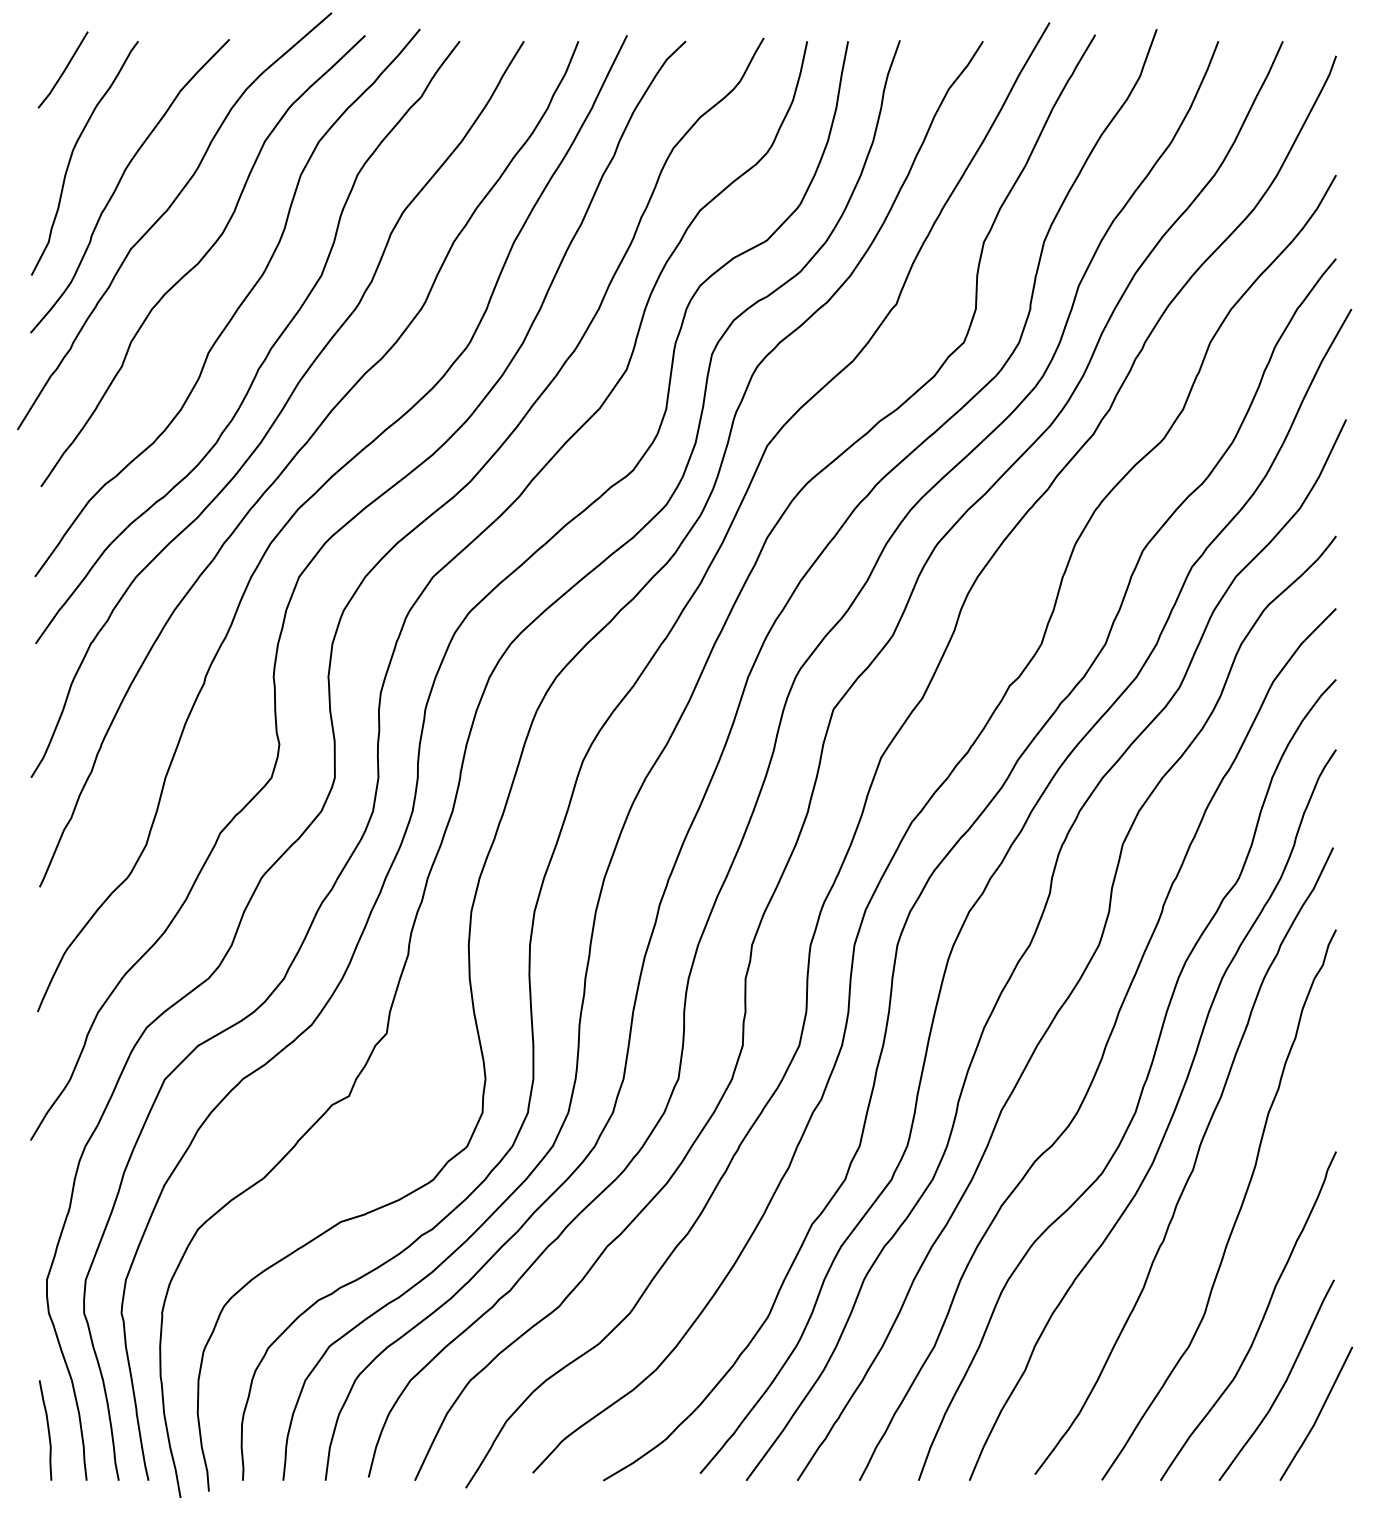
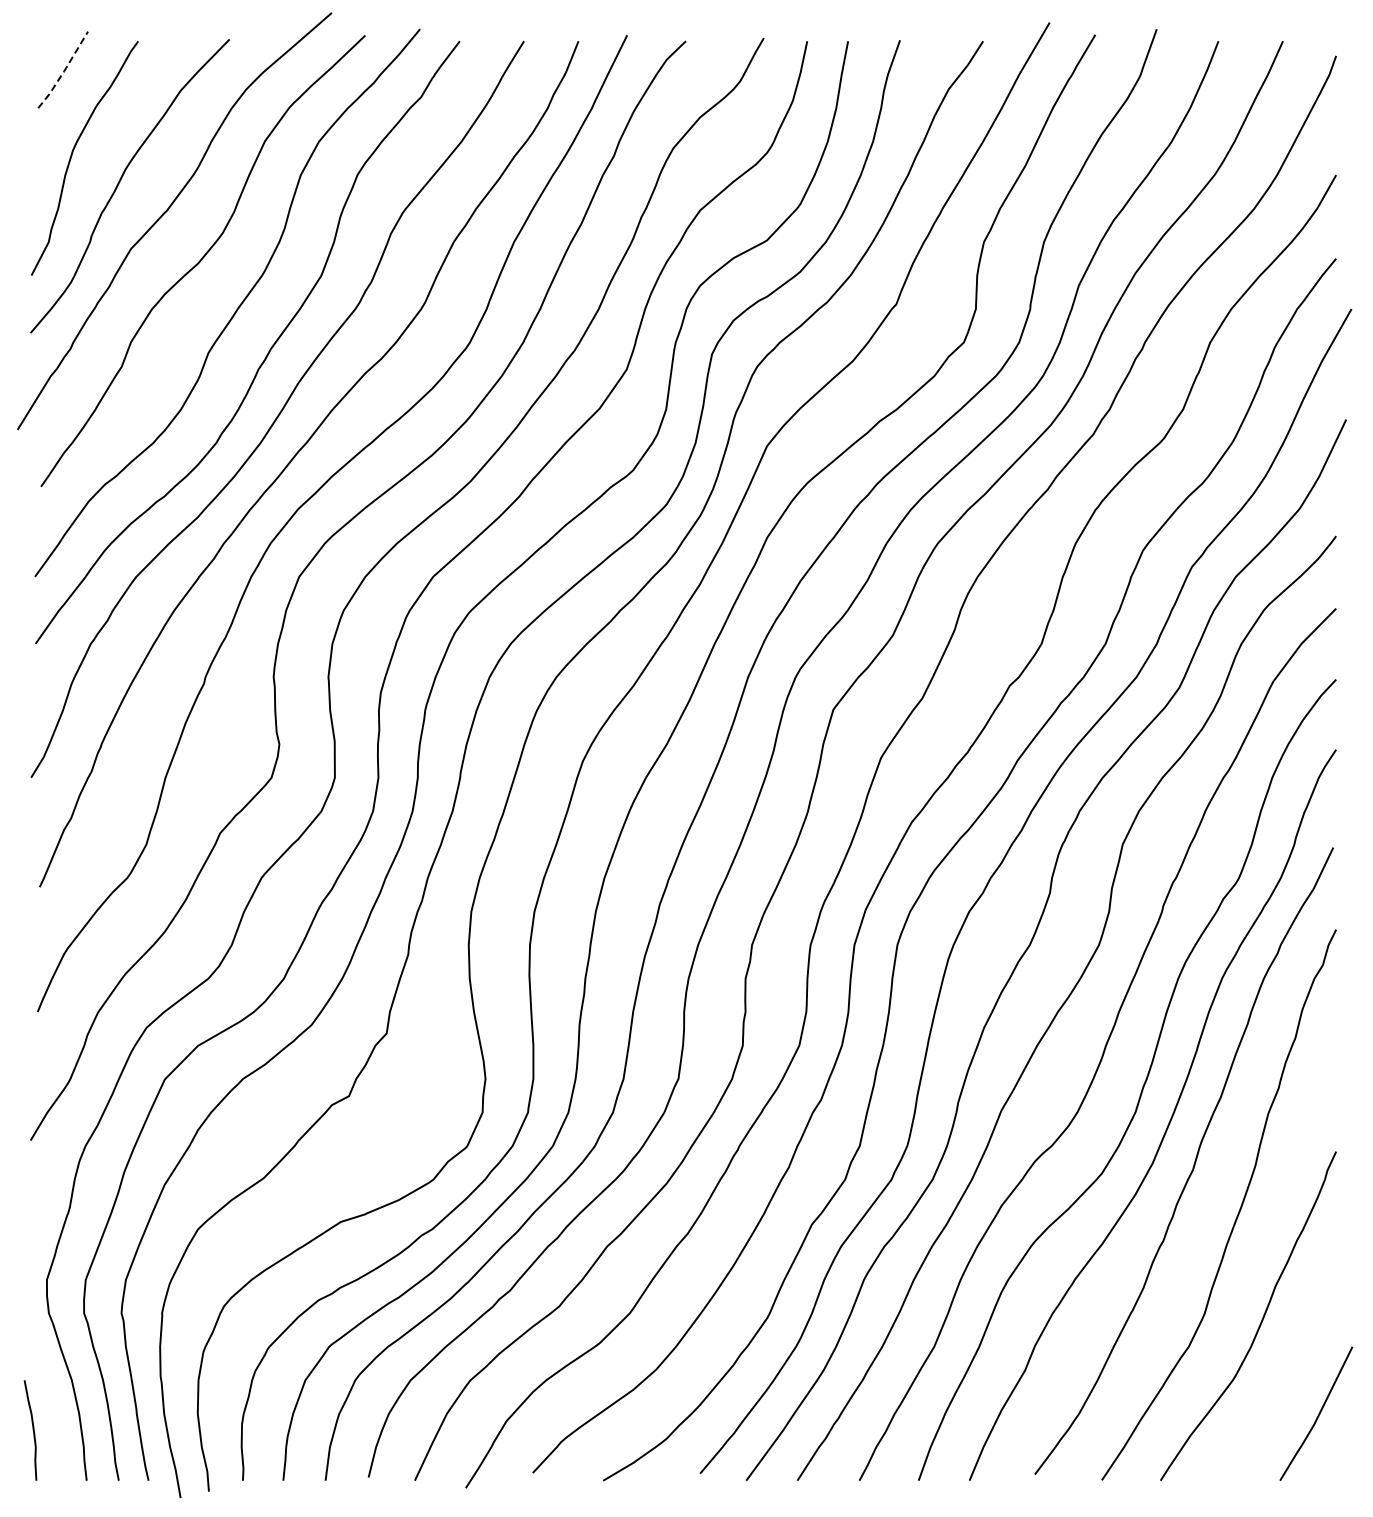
line at (64, 71): solid -> dashed
curve at (1283, 1383): present -> none
curve at (47, 1430) position: (47, 1430) -> (32, 1430)
